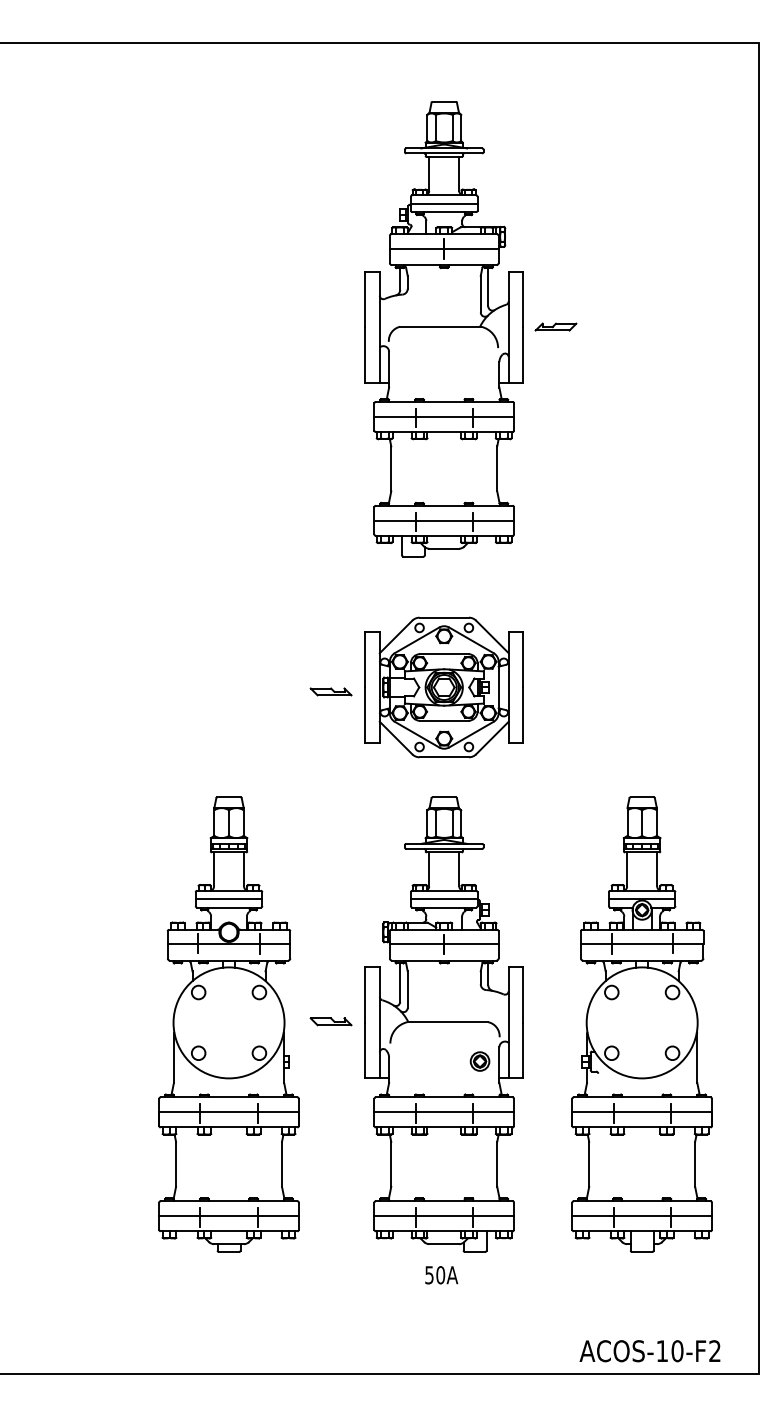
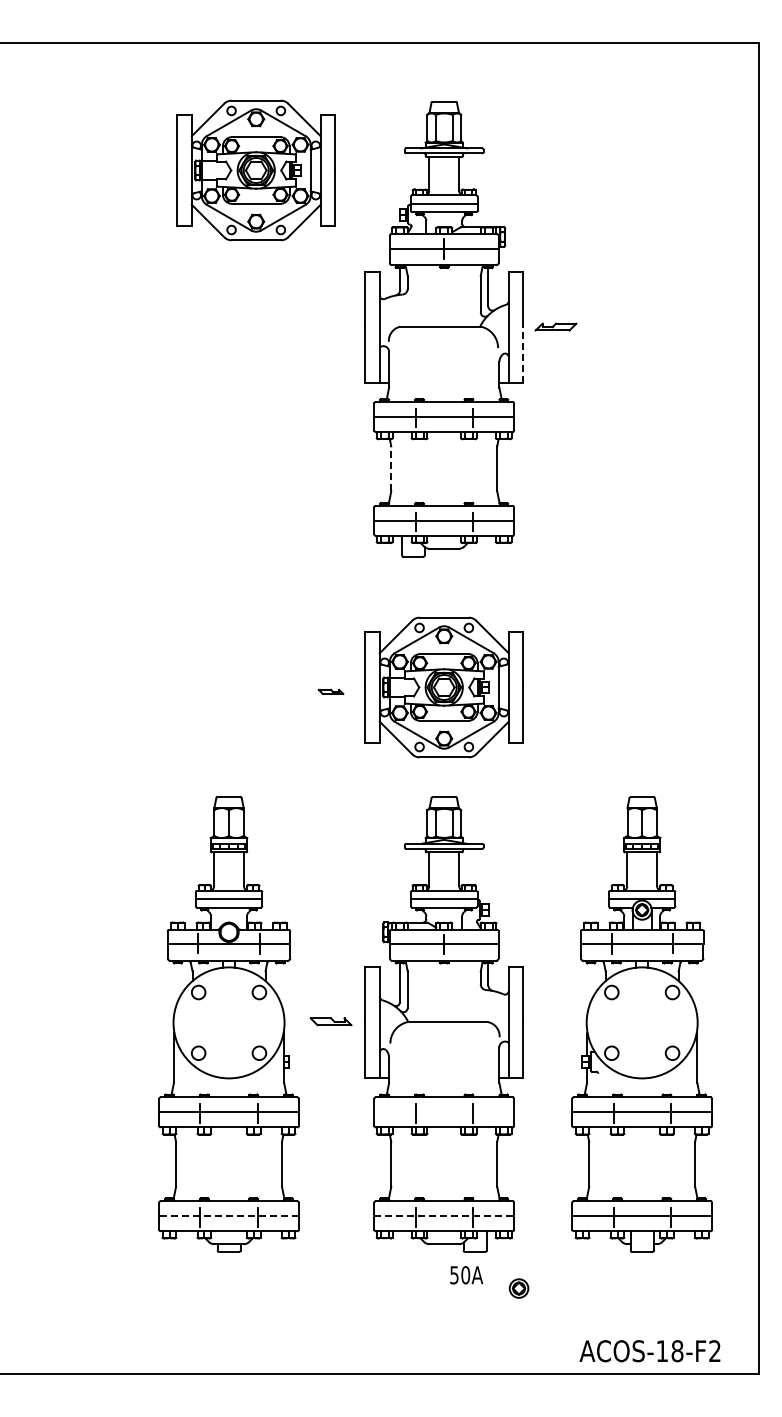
part at (255, 170): none -> present
line at (523, 355): solid -> dashed
line at (391, 468): solid -> dashed
part at (330, 691) size: 44x10 px -> 28x8 px
part at (479, 1061) position: (479, 1061) -> (518, 1288)
line at (444, 1112): present -> none
line at (229, 1216): solid -> dashed
line at (444, 1216): solid -> dashed
text at (441, 1275) position: (441, 1275) -> (466, 1275)
text at (677, 1350): ACOS-10-F2 -> ACOS-18-F2
